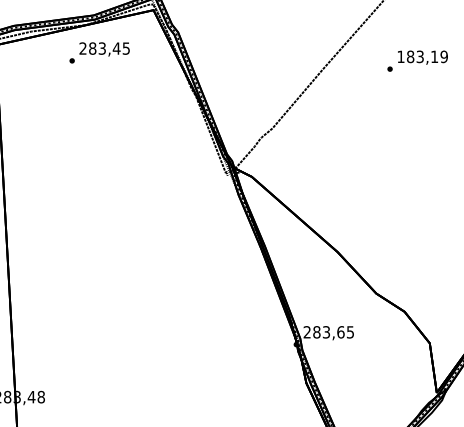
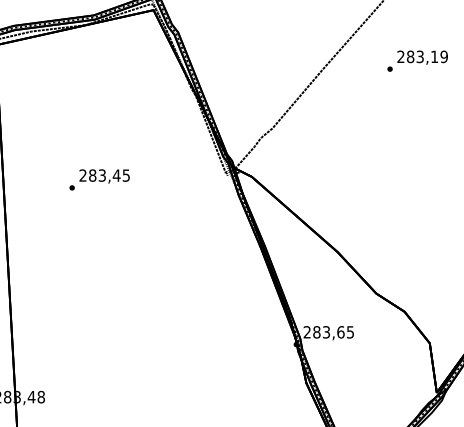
text at (99, 52) position: (99, 52) -> (99, 179)
text at (400, 56): 183,19 -> 283,19
